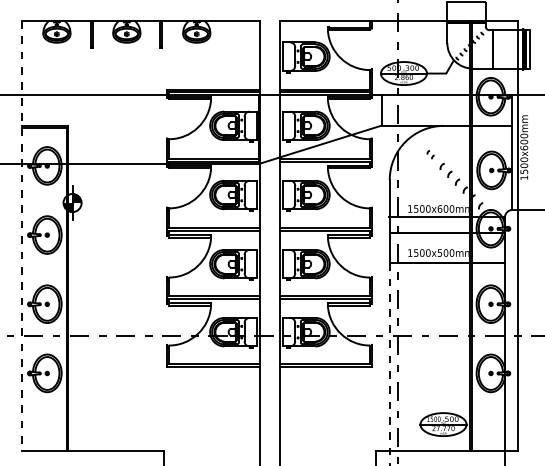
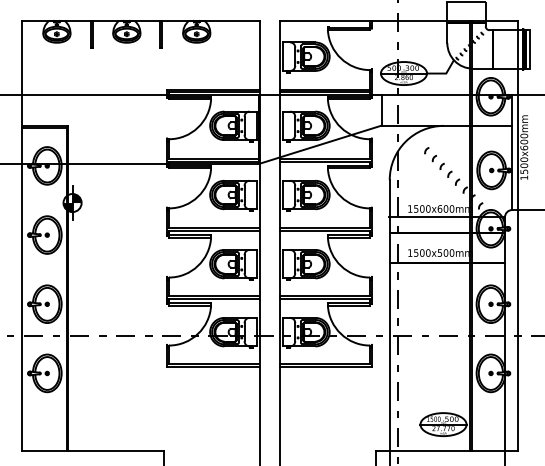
part at (430, 154) size: 9x11 px -> 14x16 px
line at (22, 236): dashed -> solid
line at (389, 364): dashed -> solid
